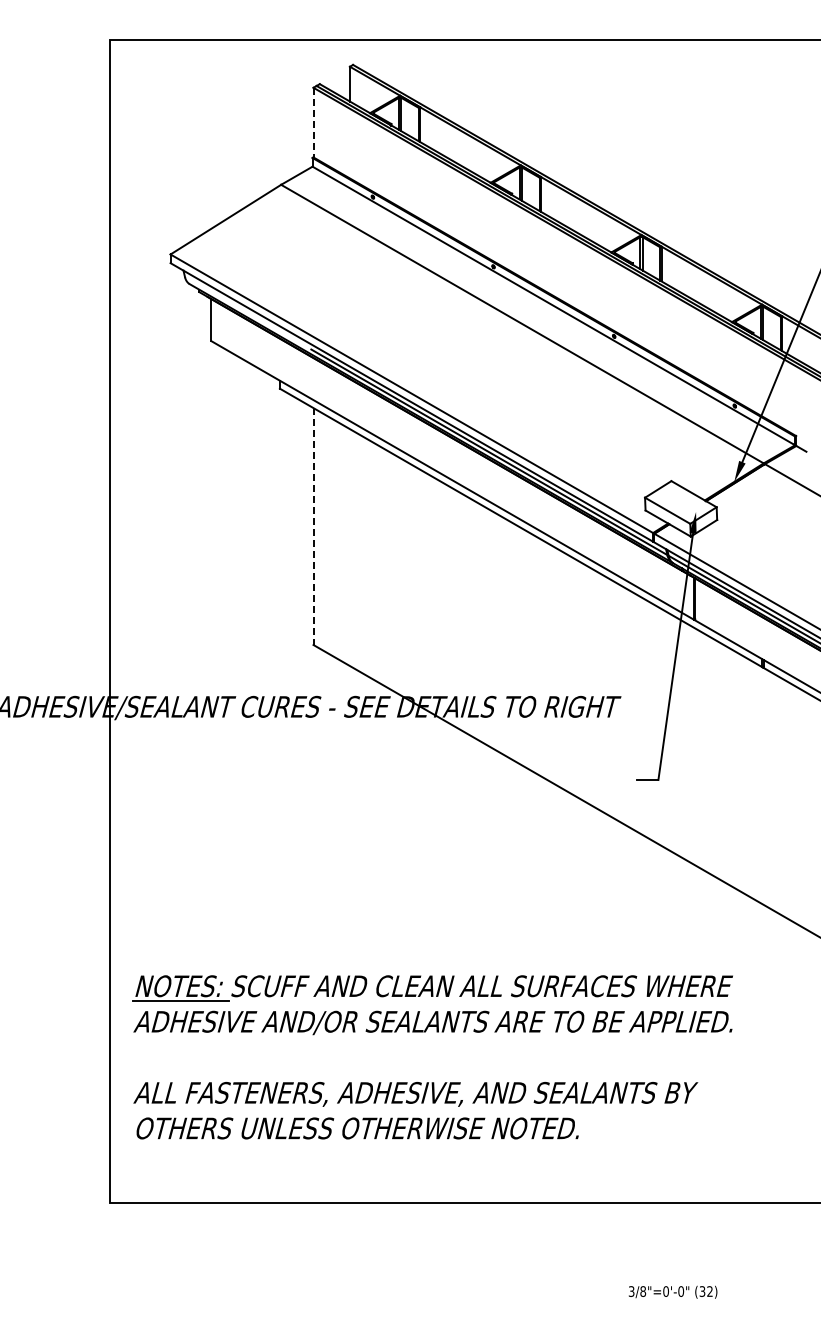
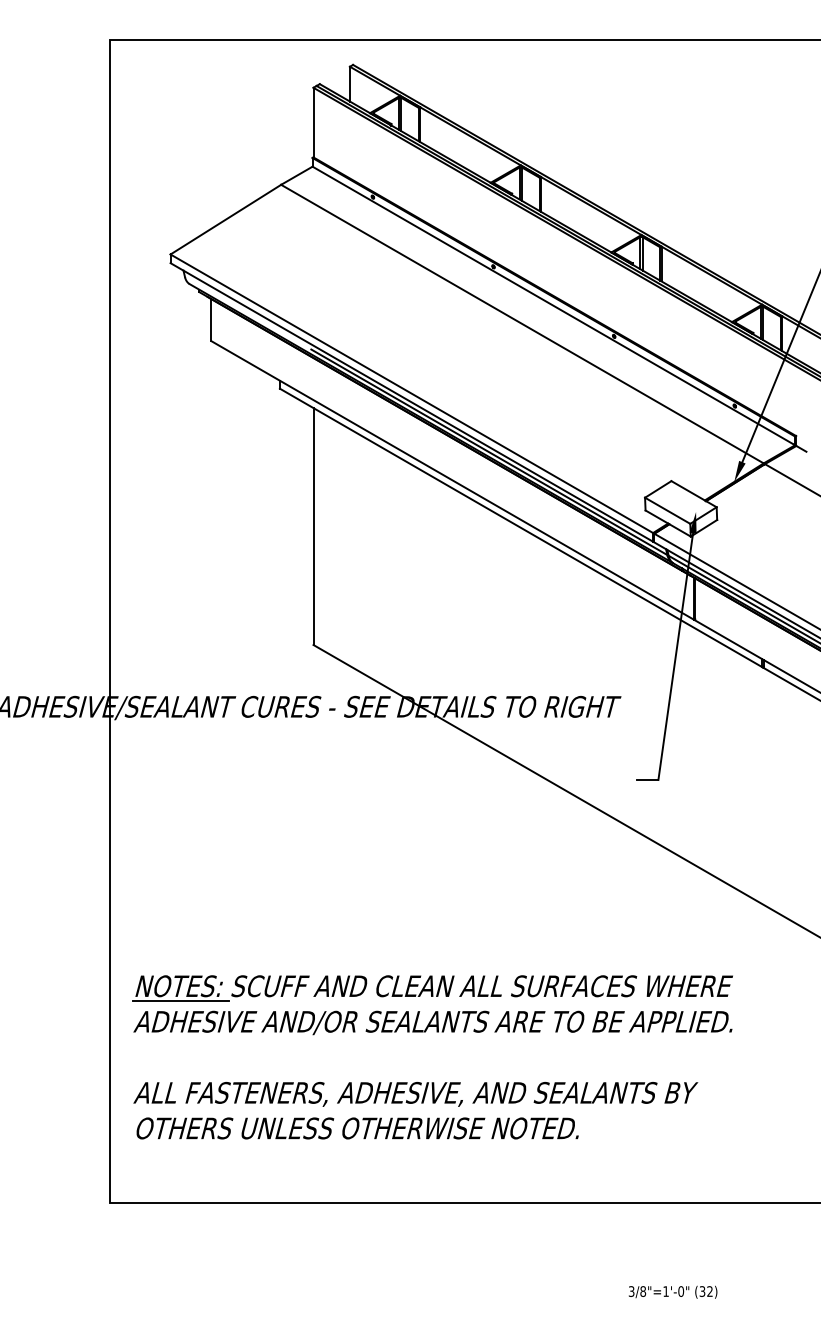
line at (313, 122): dashed -> solid
line at (313, 527): dashed -> solid
text at (665, 1291): 3/8"=0'-0" -> 3/8"=1'-0"
